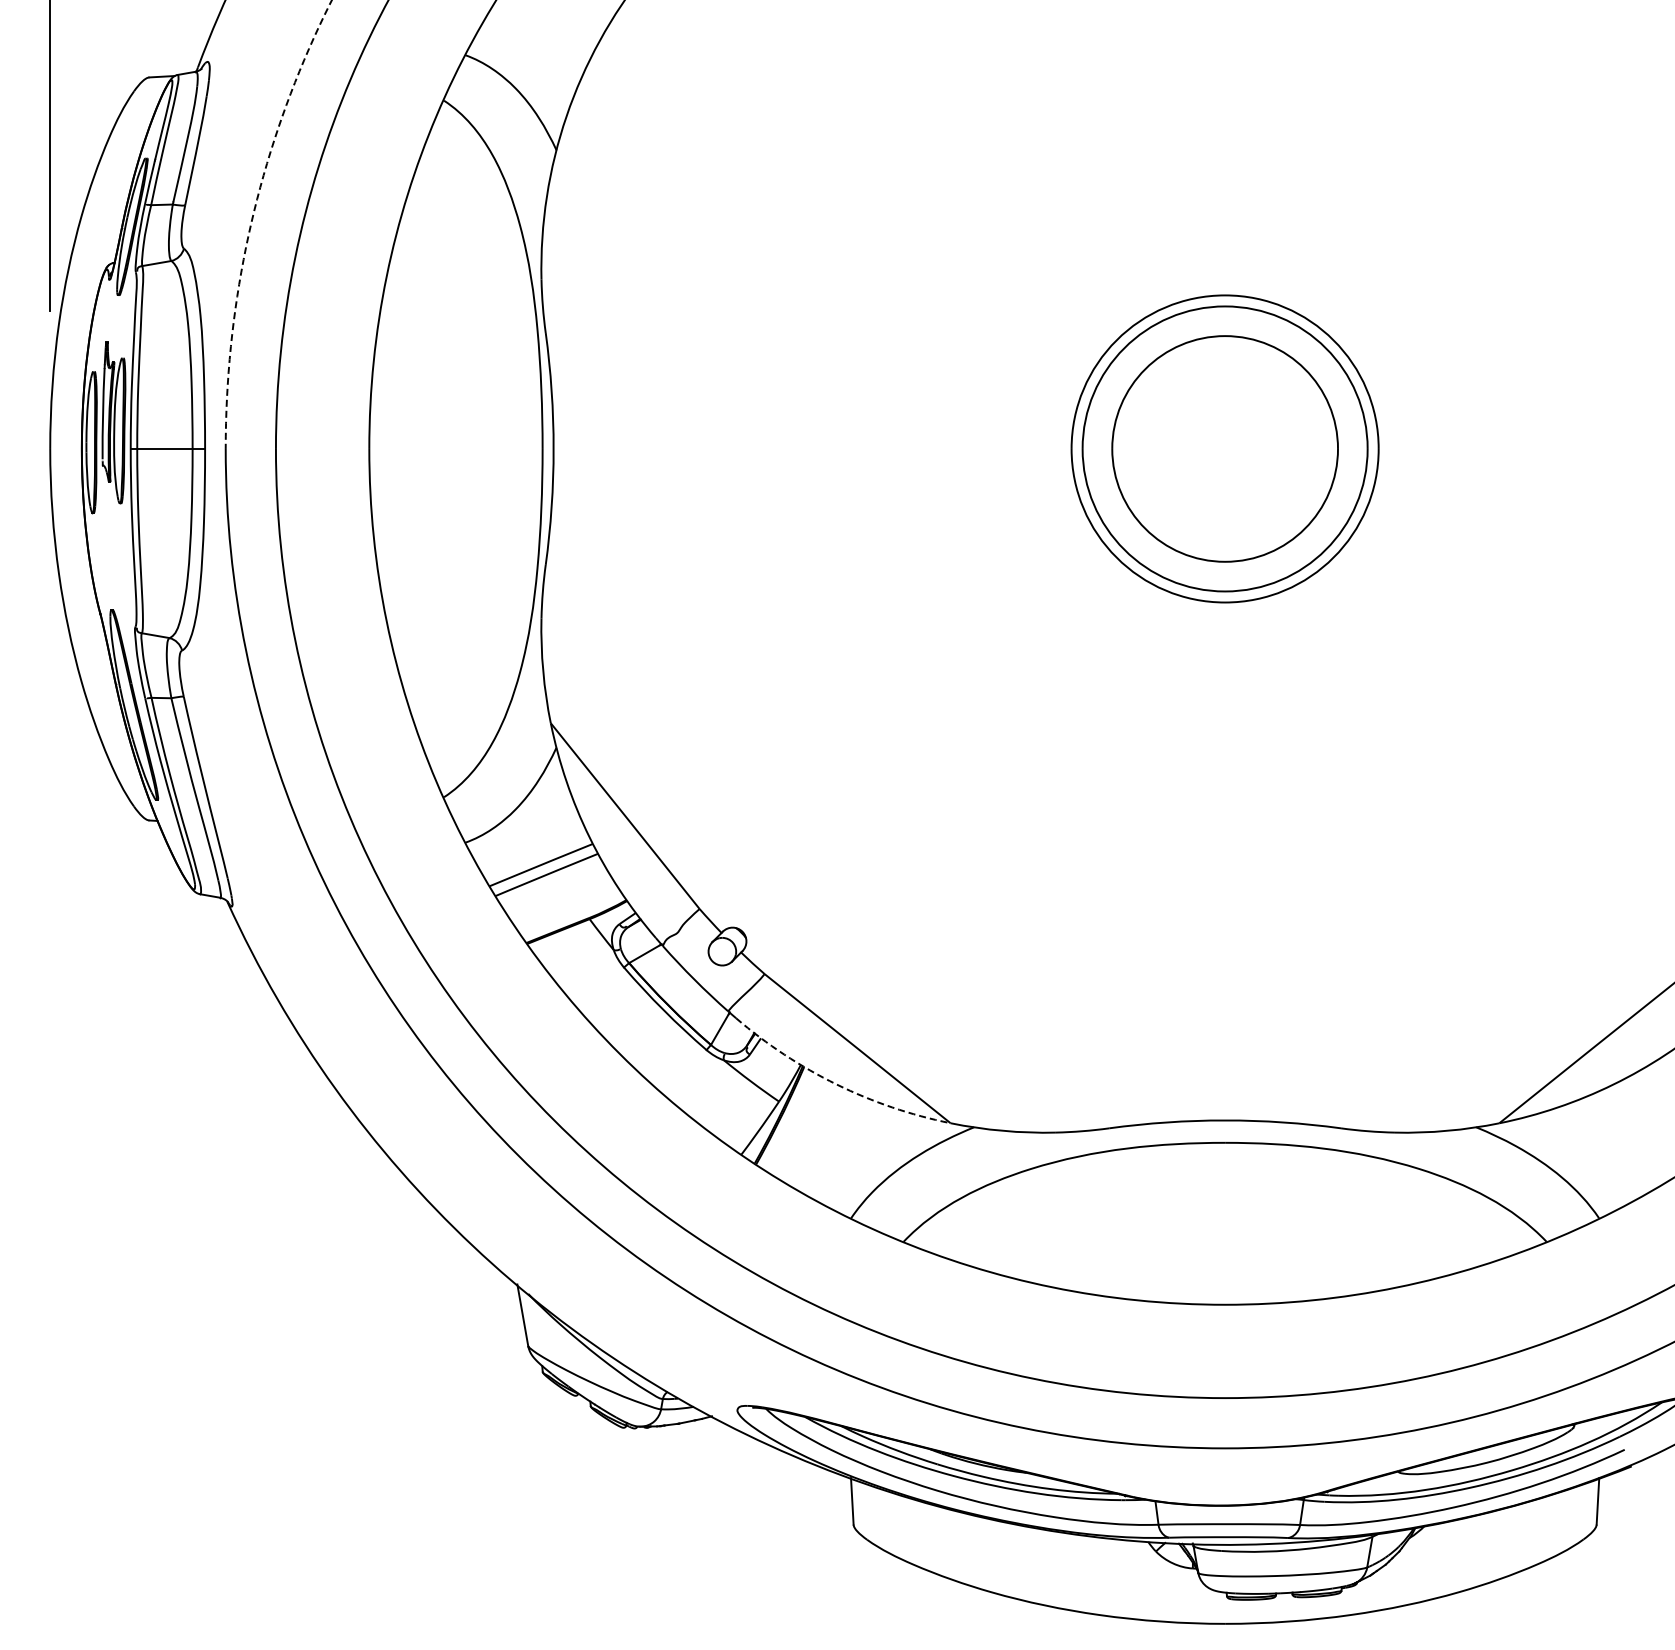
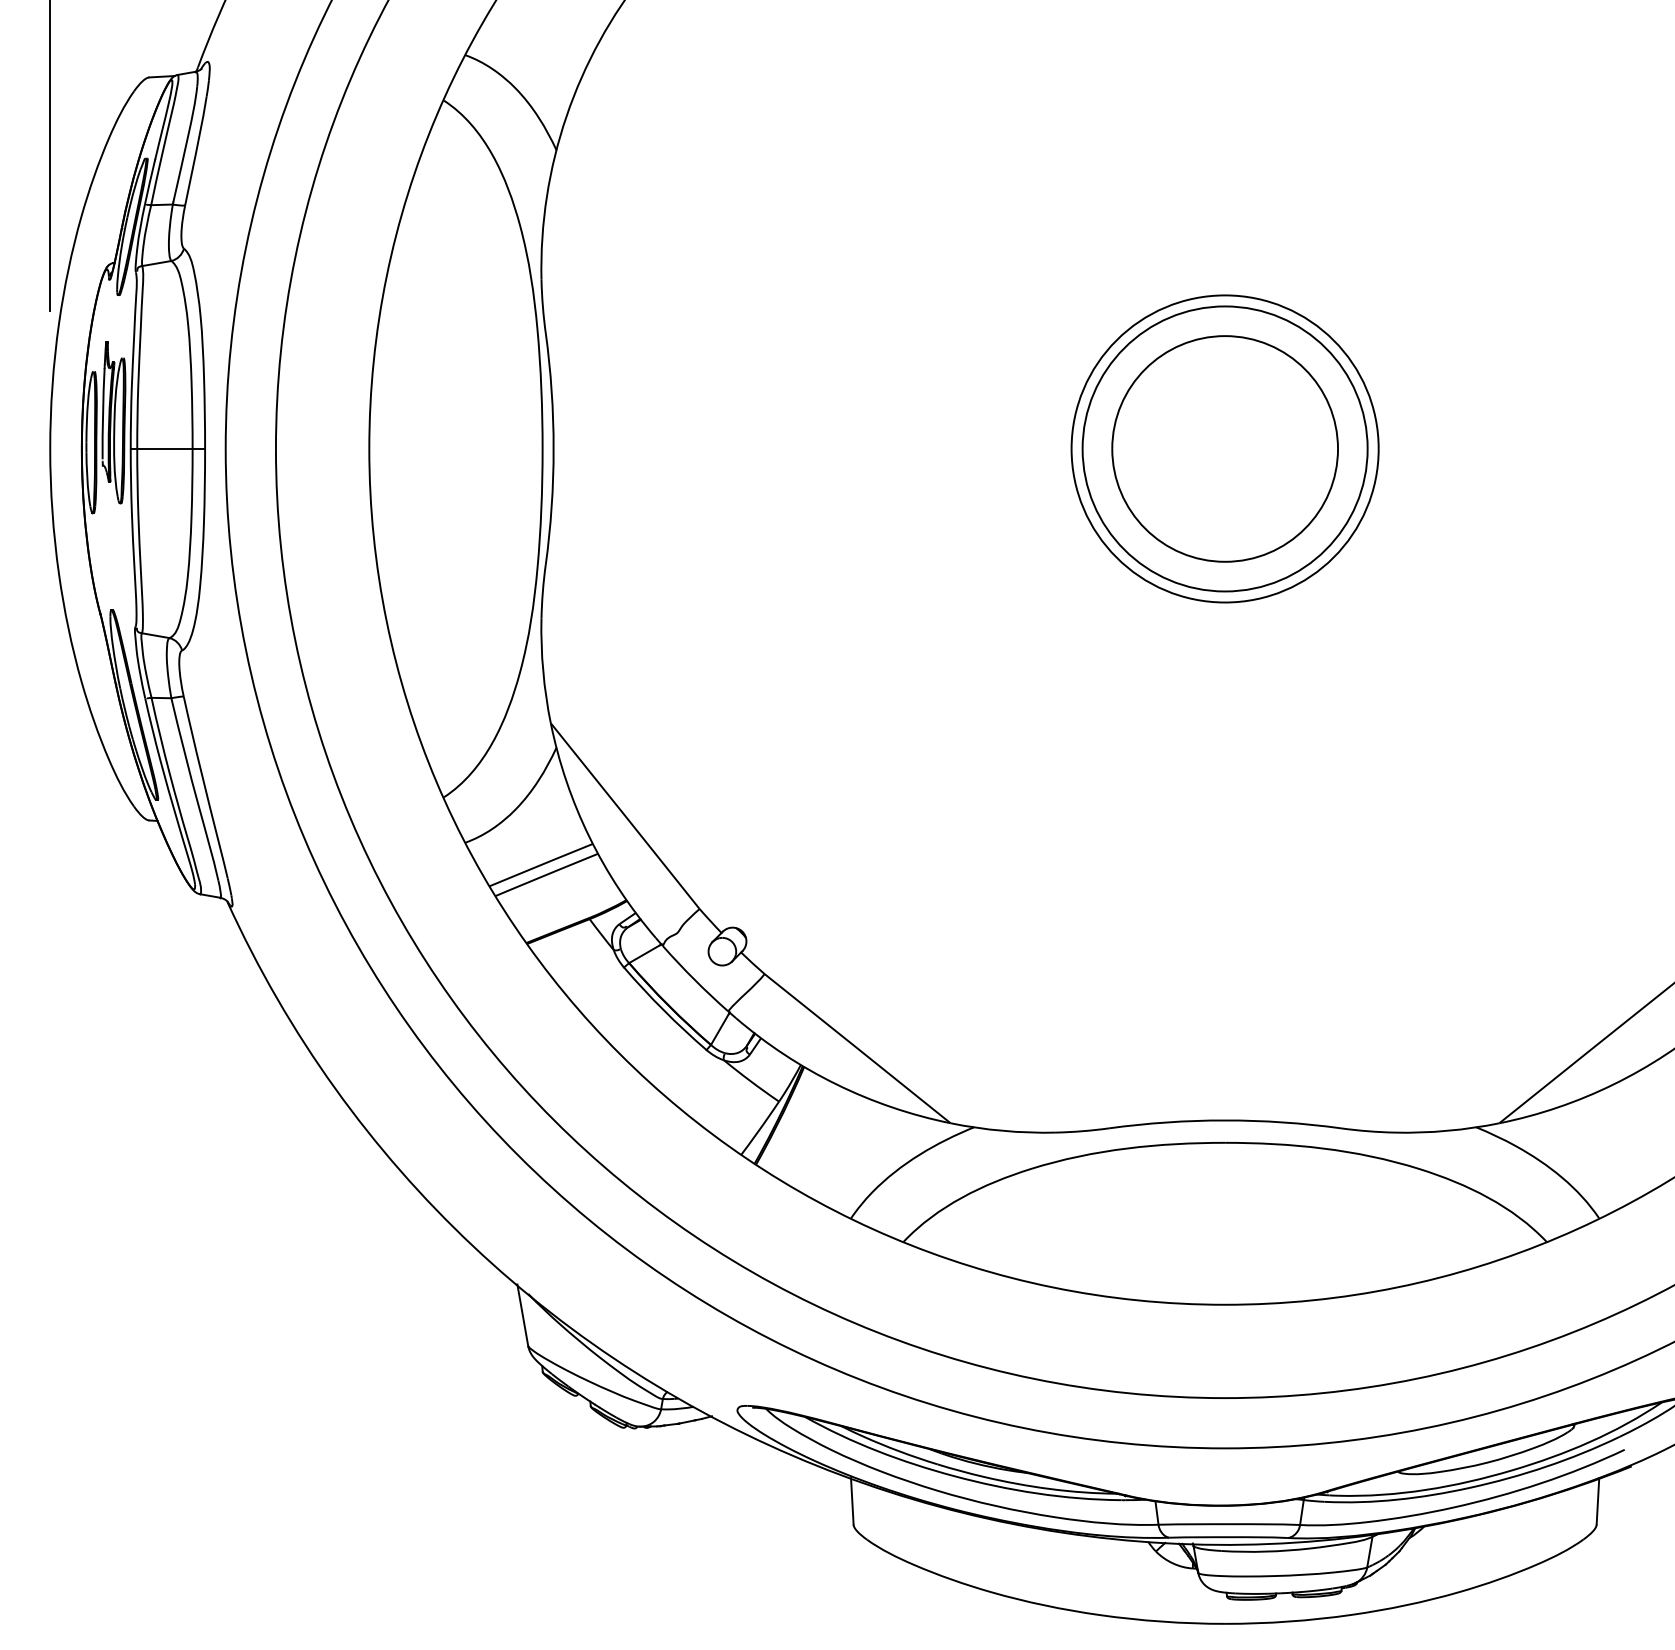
arc at (252, 218): dashed -> solid
arc at (836, 1084): dashed -> solid
